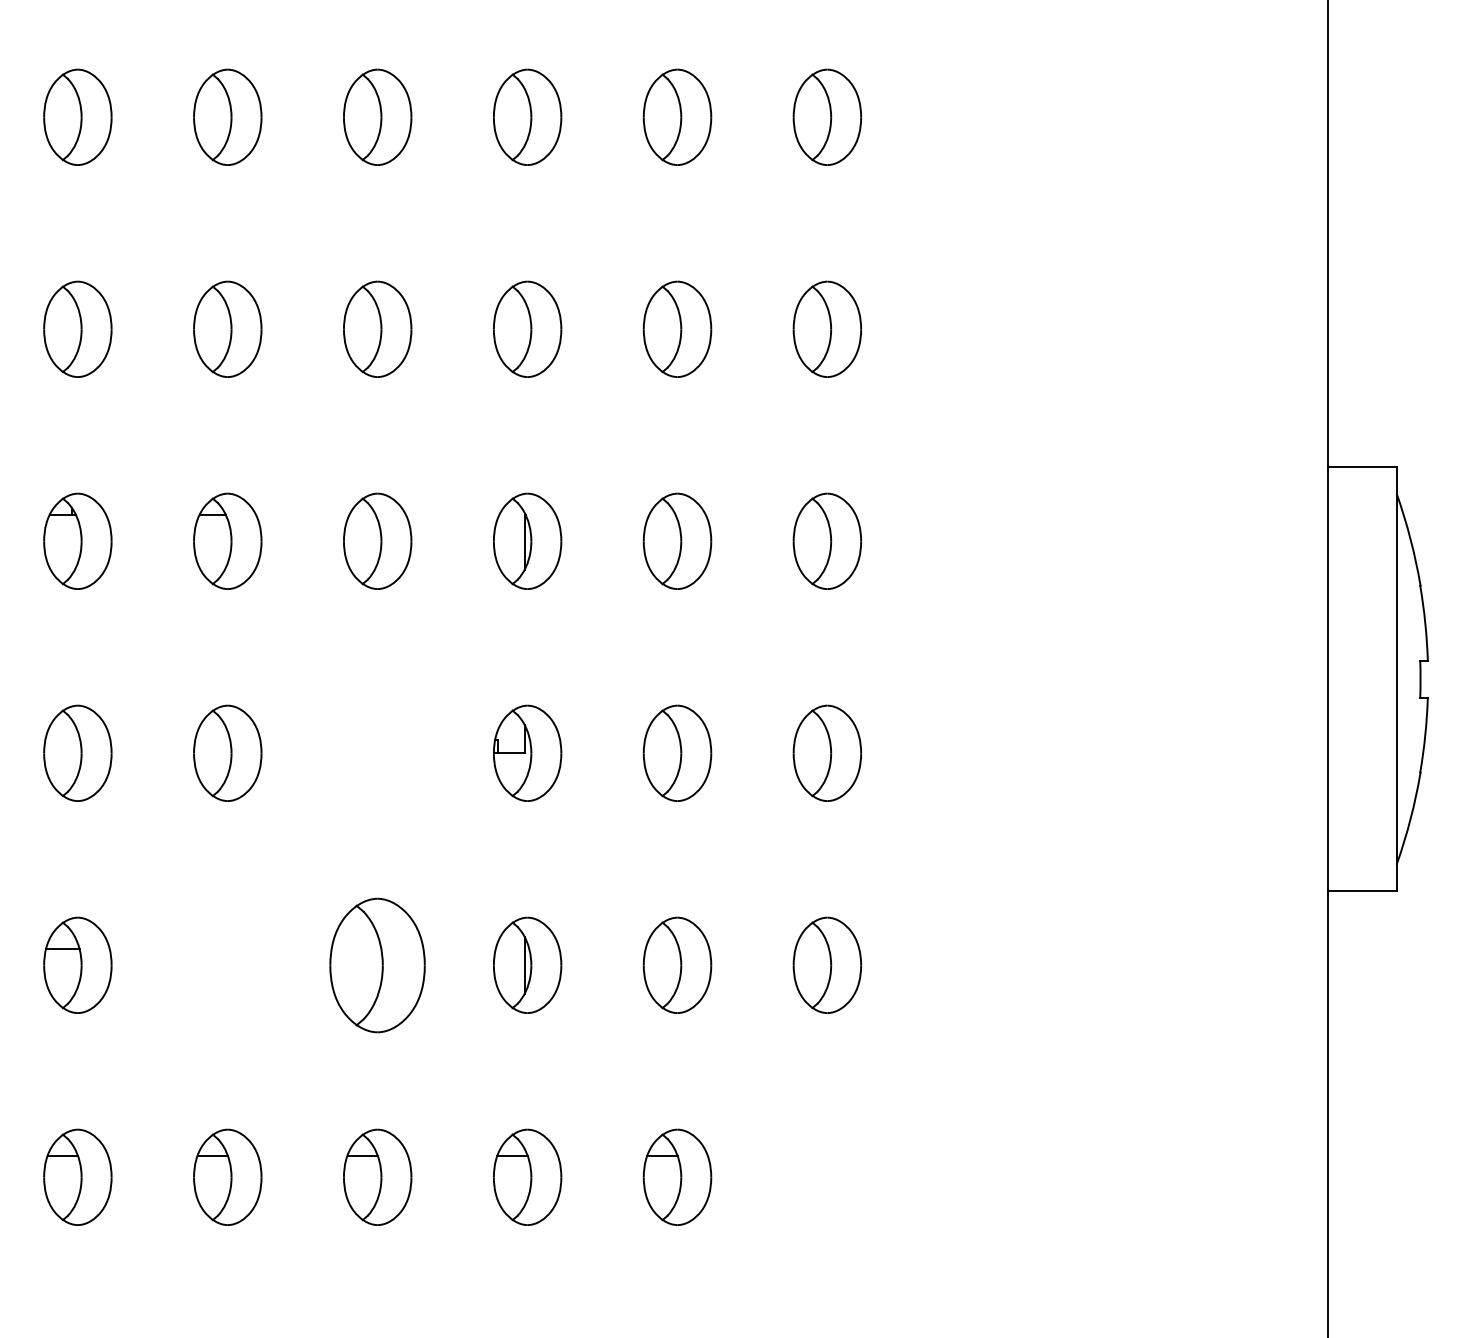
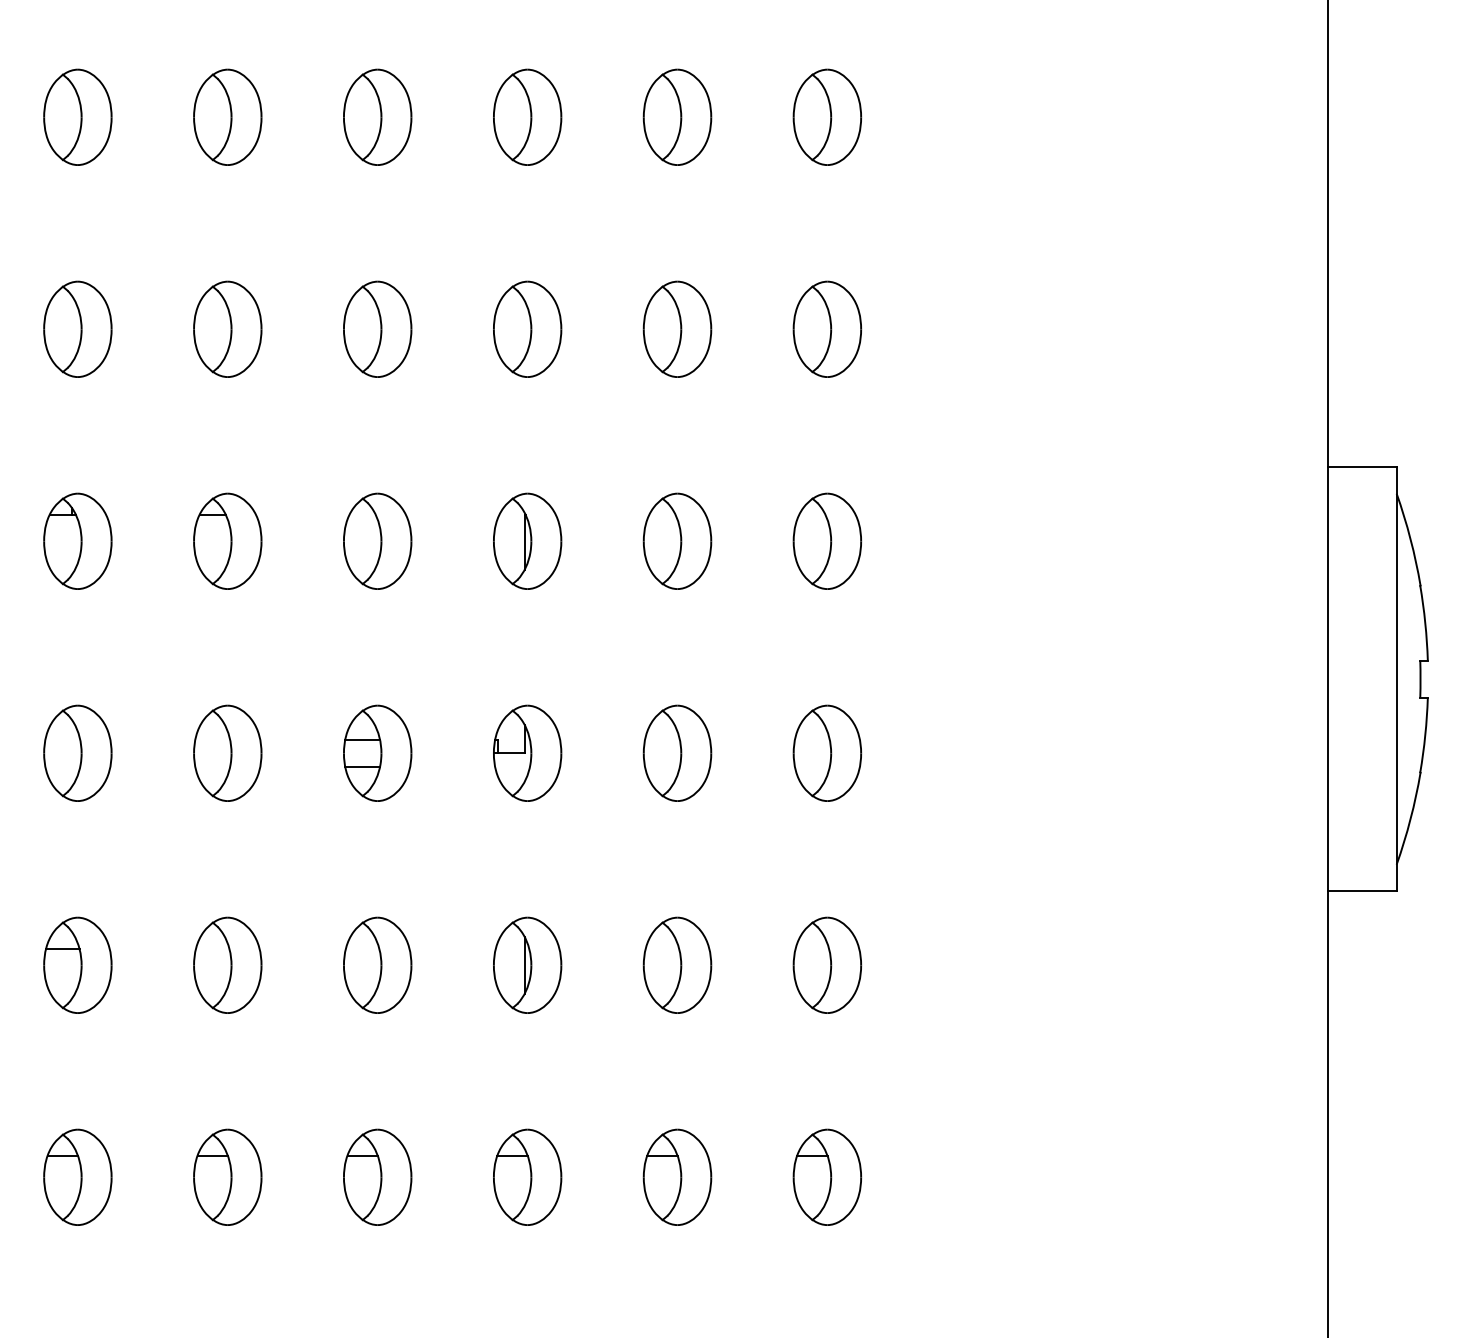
part at (377, 752): none -> present
part at (227, 964): none -> present
part at (377, 965) size: 97x137 px -> 70x98 px
part at (827, 1176): none -> present
